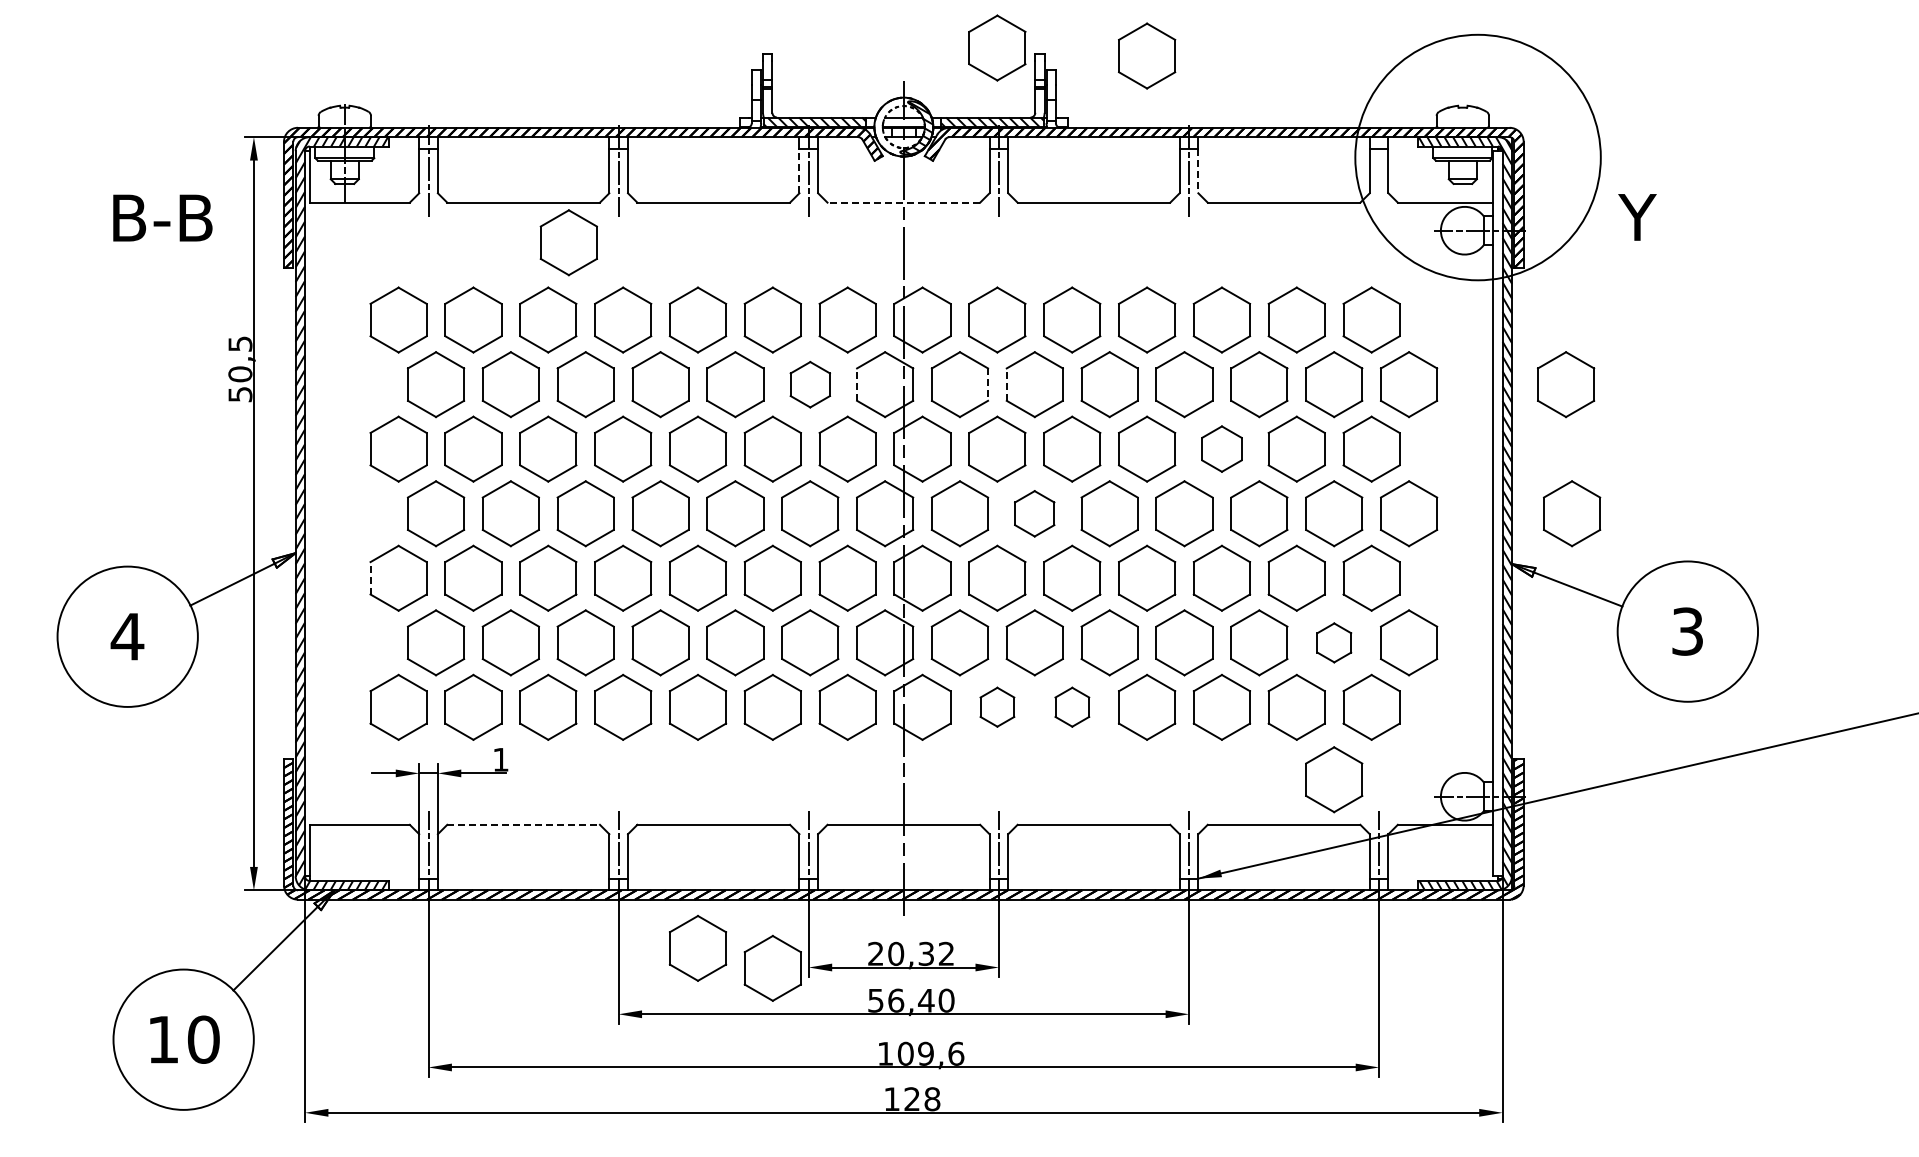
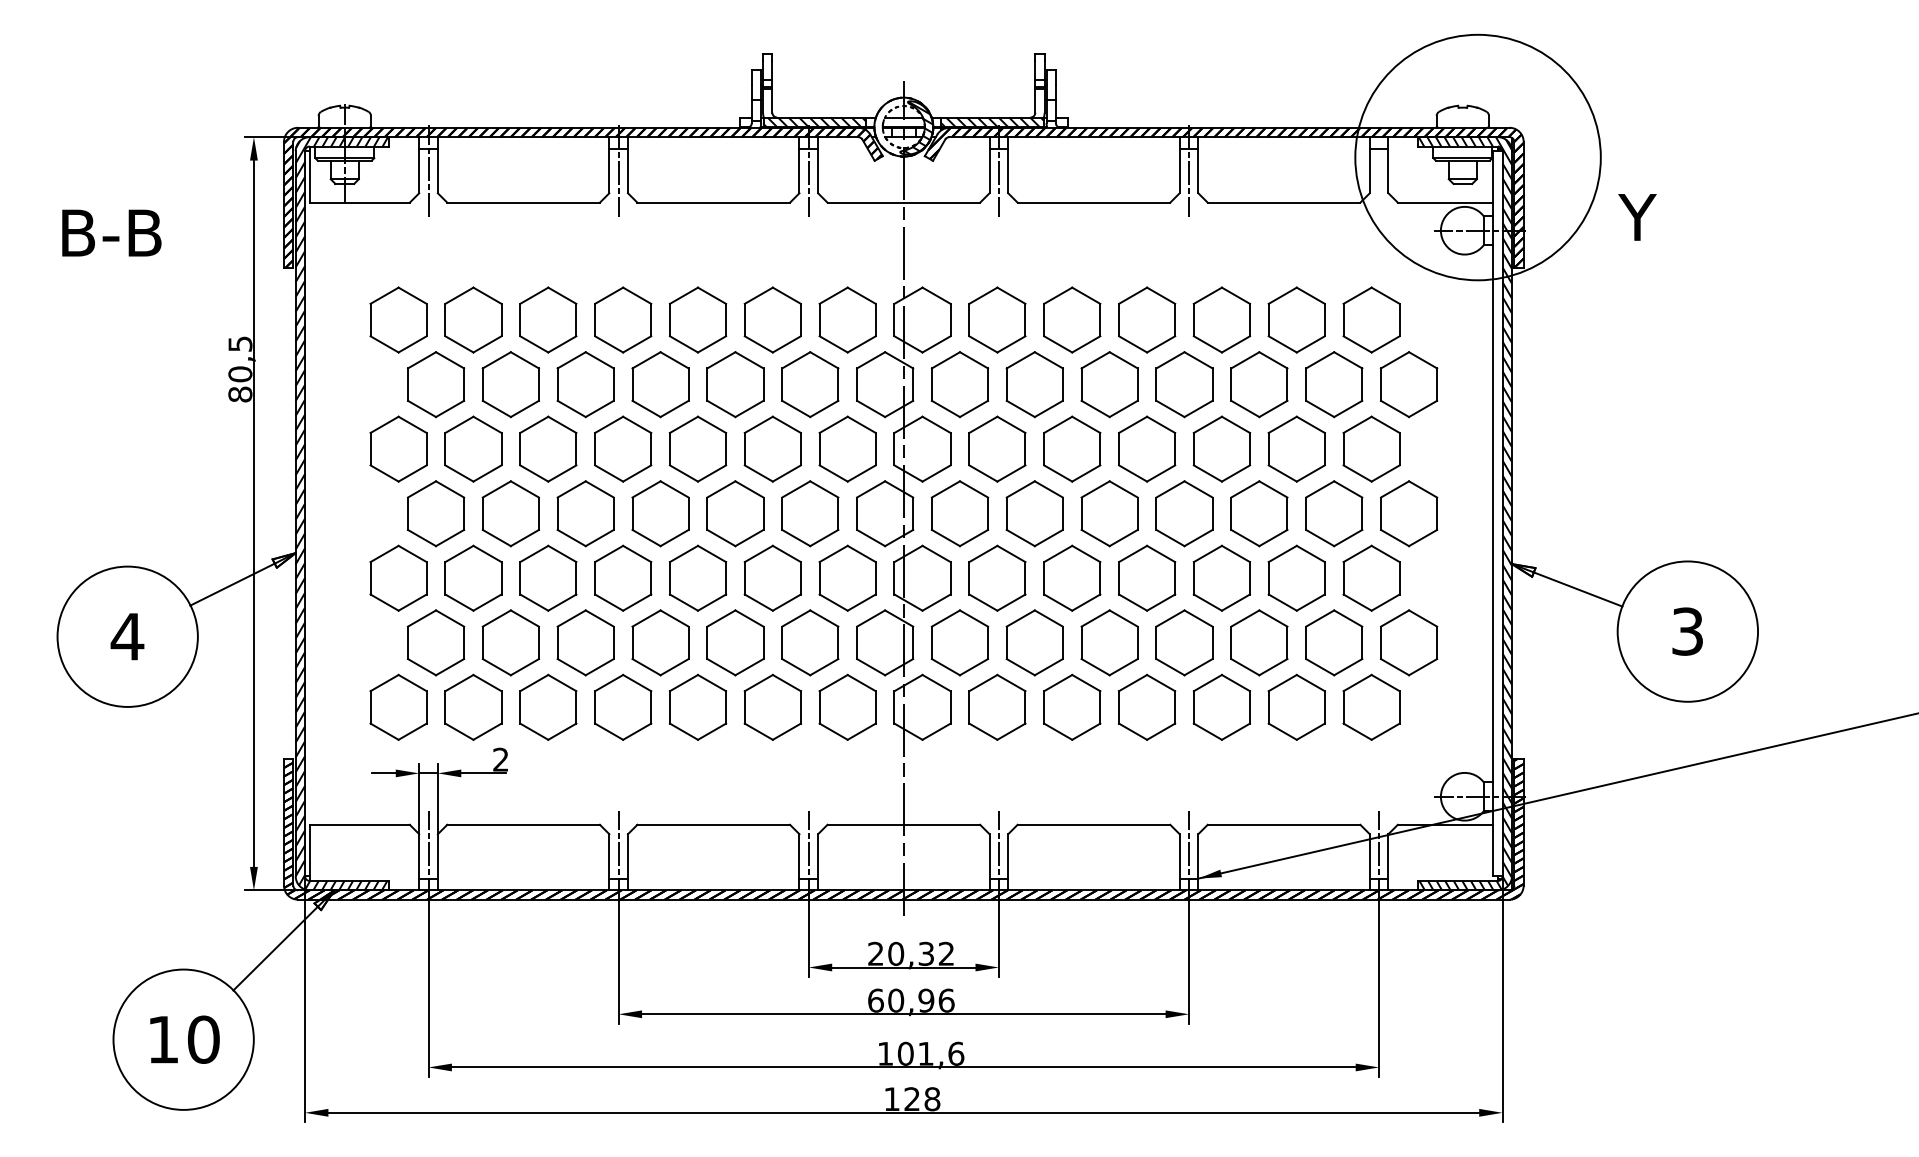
part at (997, 47): present -> none
part at (1147, 55): present -> none
line at (799, 170): dashed -> solid
line at (1198, 171): dashed -> solid
line at (903, 202): dashed -> solid
text at (162, 217) position: (162, 217) -> (111, 232)
part at (568, 242): present -> none
part at (809, 384) size: 42x49 px -> 59x68 px
line at (857, 384): dashed -> solid
line at (1006, 384): dashed -> solid
part at (1566, 384): present -> none
line at (988, 385): dashed -> solid
text at (240, 394): 50,5 -> 80,5
part at (1221, 448) size: 42x48 px -> 60x68 px
part at (1034, 513) size: 42x48 px -> 59x68 px
part at (1572, 513): present -> none
line at (370, 577): dashed -> solid
part at (1334, 642) size: 37x42 px -> 59x68 px
part at (997, 706) size: 37x42 px -> 59x68 px
part at (1072, 706) size: 37x42 px -> 59x68 px
text at (500, 759): 1 -> 2
part at (1334, 779): present -> none
line at (524, 824): dashed -> solid
part at (697, 948): present -> none
part at (772, 967): present -> none
text at (911, 1000): 56,40 -> 60,96
text at (925, 1053): 109,6 -> 101,6
